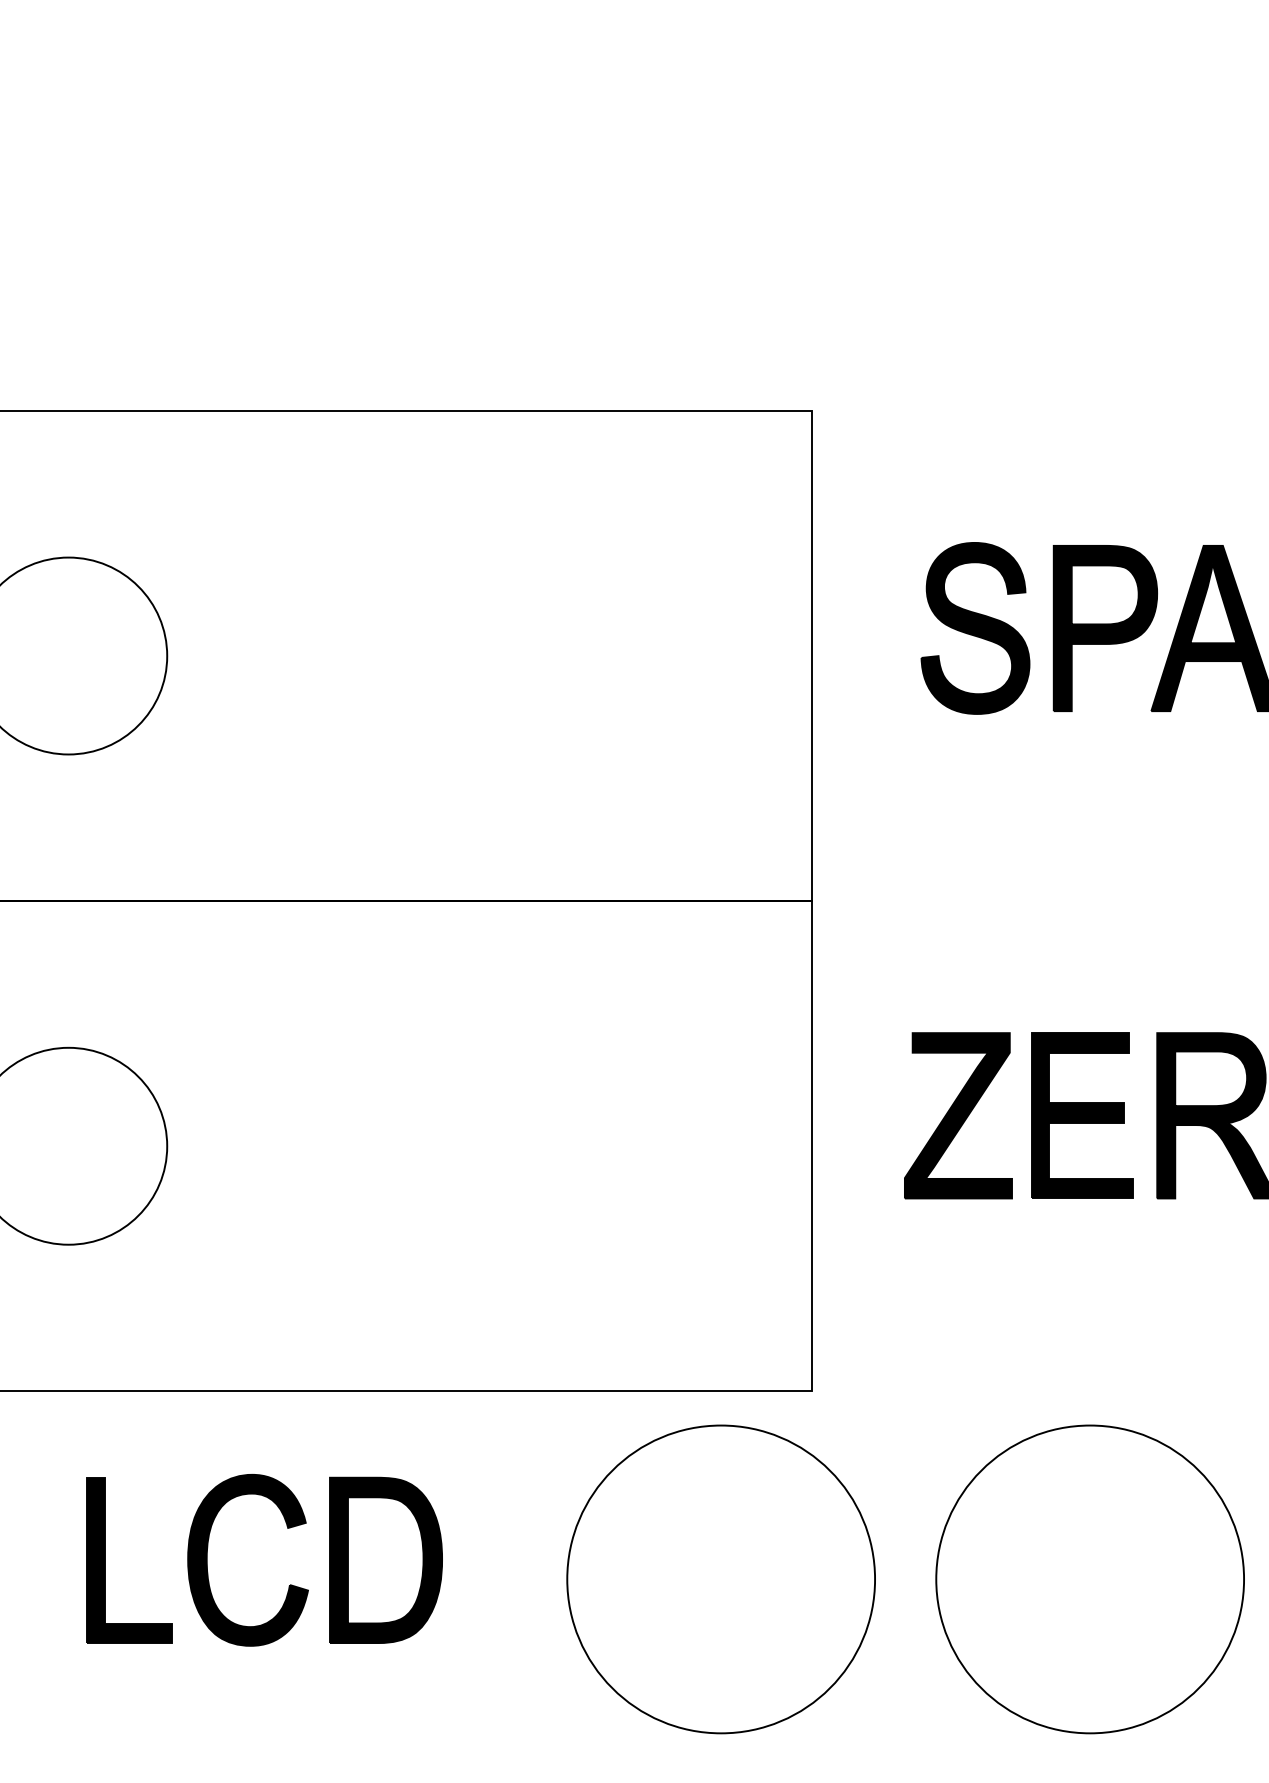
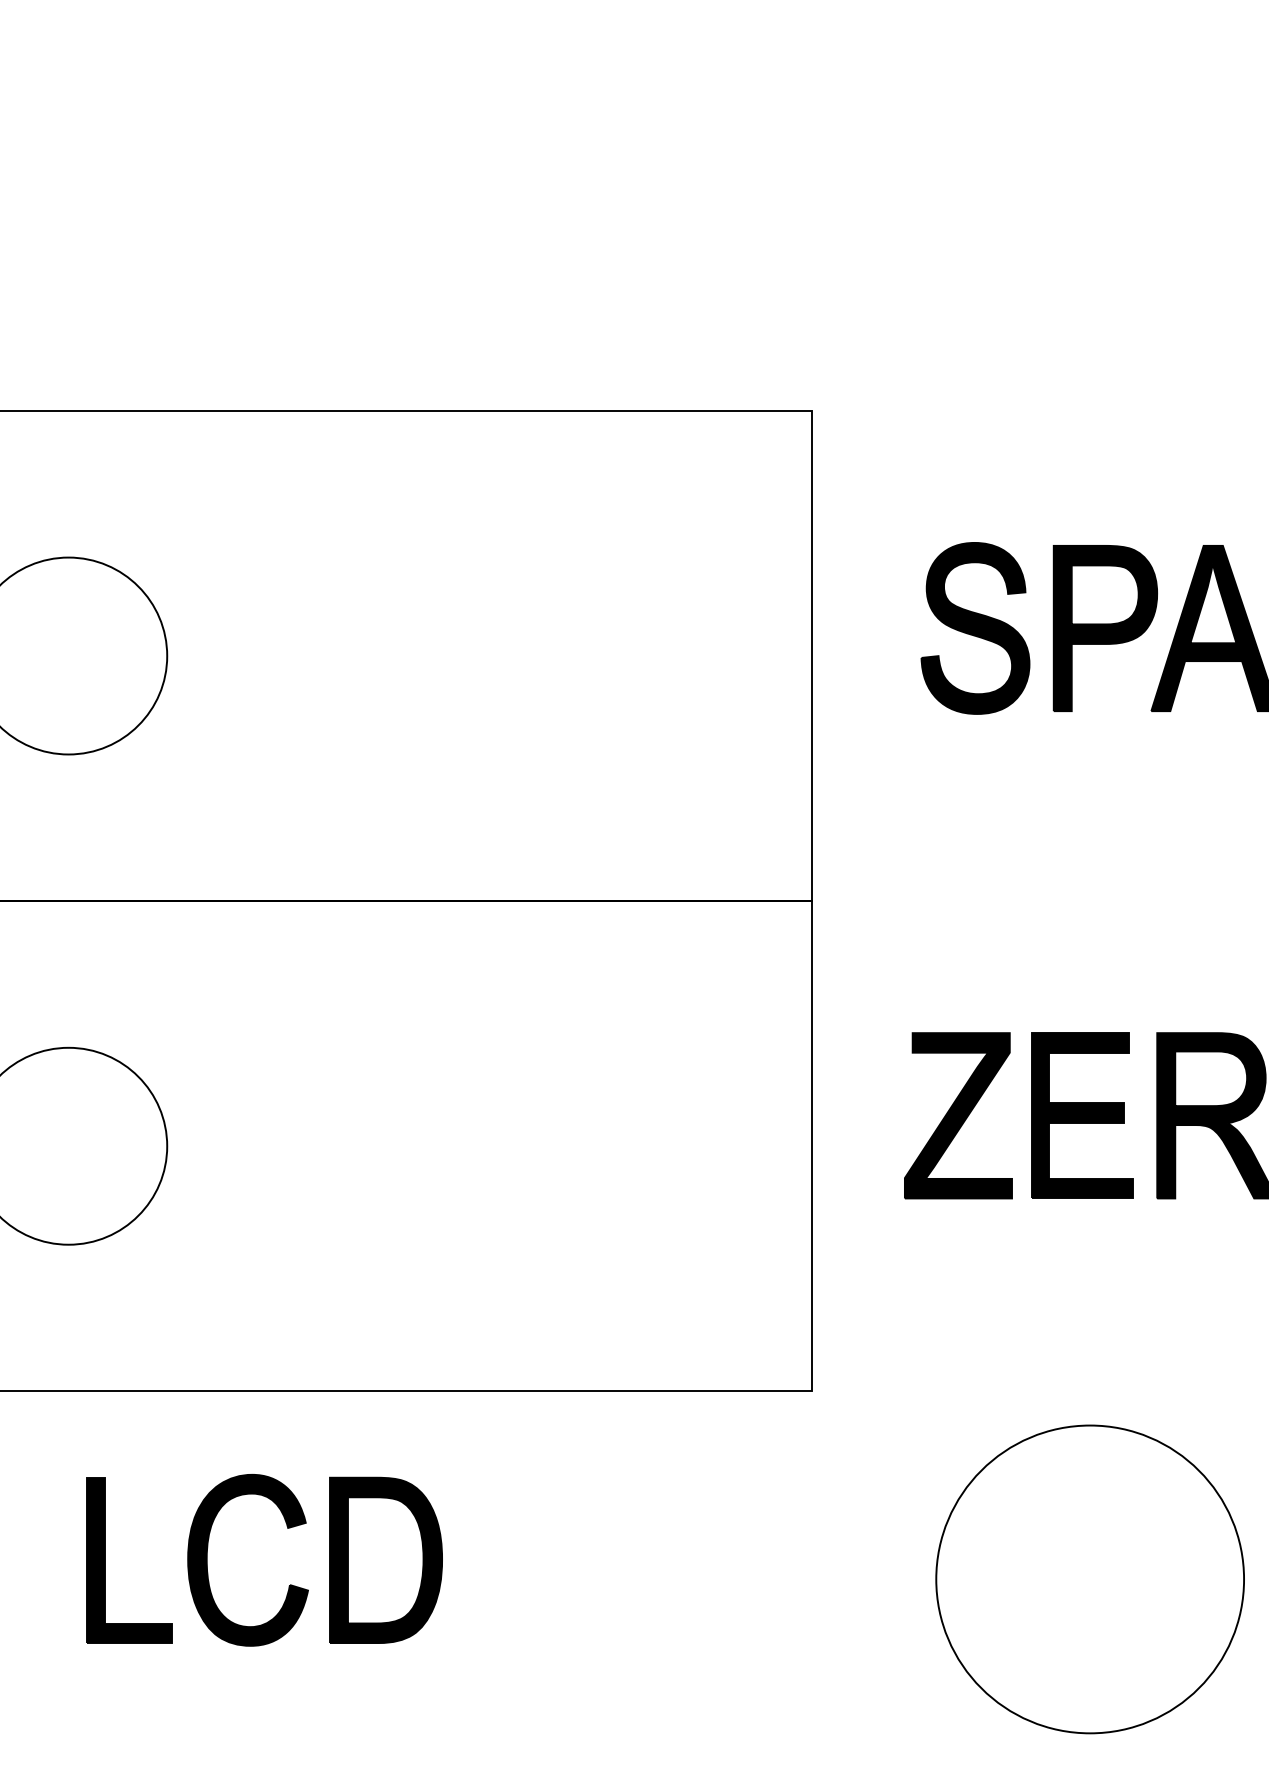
part at (720, 1579): present -> none
